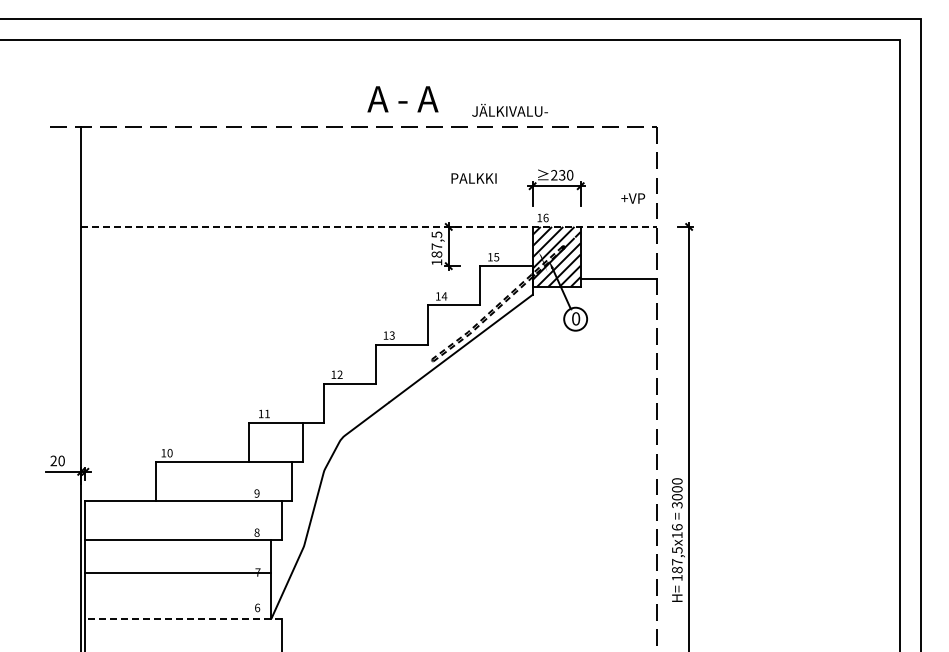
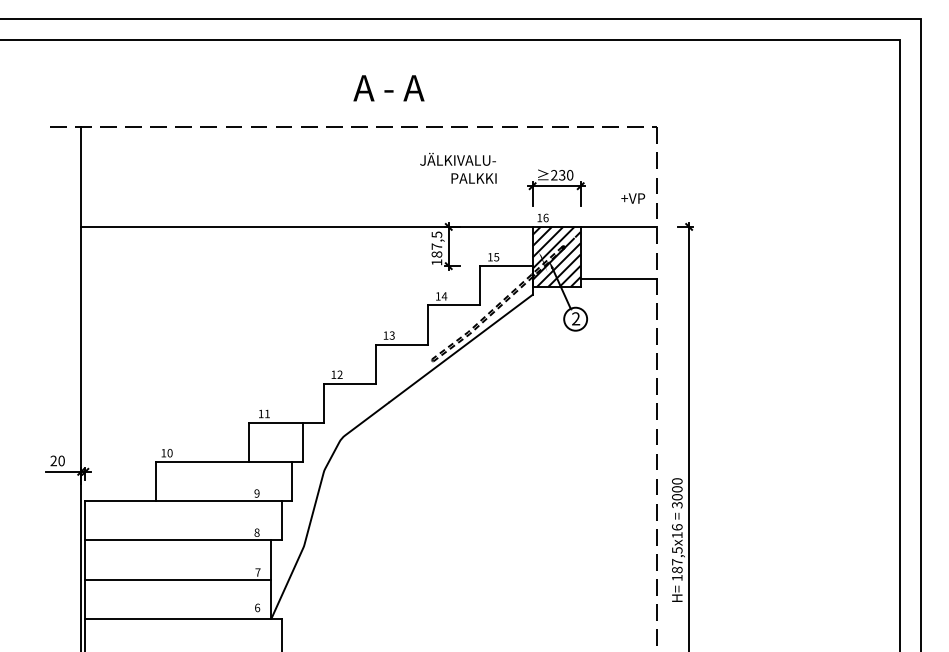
text at (402, 99) position: (402, 99) -> (388, 88)
text at (509, 109) position: (509, 109) -> (457, 158)
line at (368, 226): dashed -> solid
text at (576, 318): 0 -> 2
line at (178, 572) position: (178, 572) -> (178, 579)
line at (183, 618): dashed -> solid
